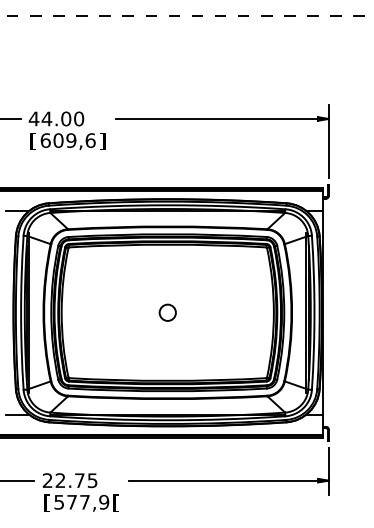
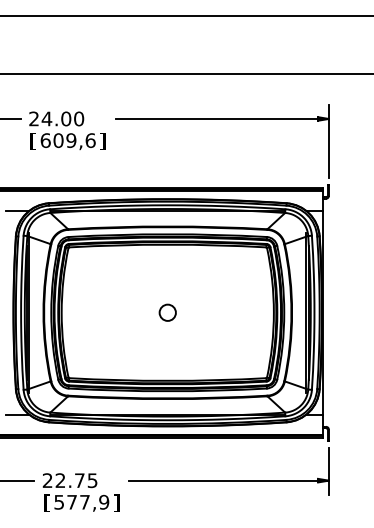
line at (187, 15): dashed -> solid
line at (186, 73): none -> present
text at (33, 118): 44.00 -> 24.00
text at (116, 502): [ -> ]
